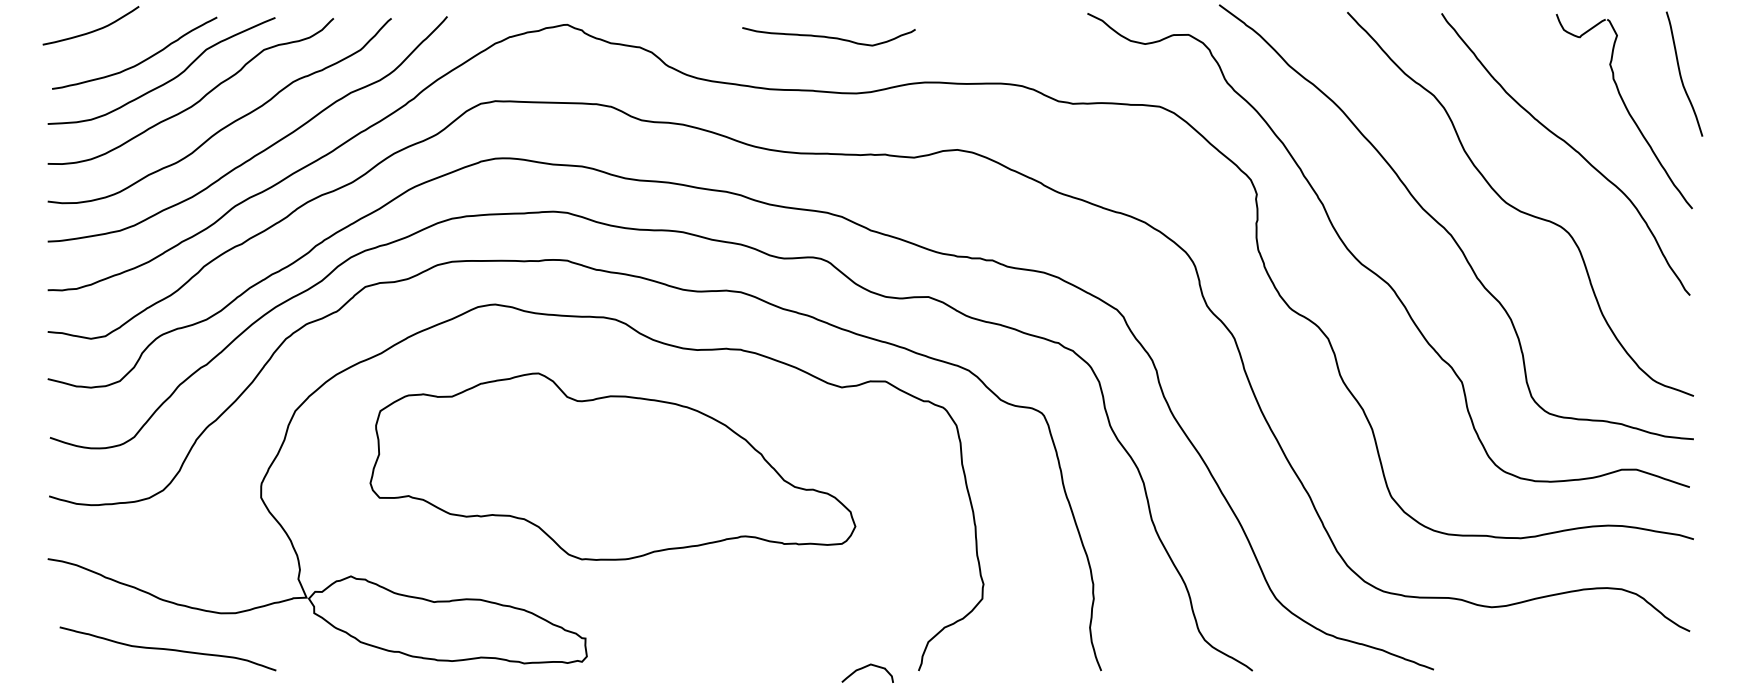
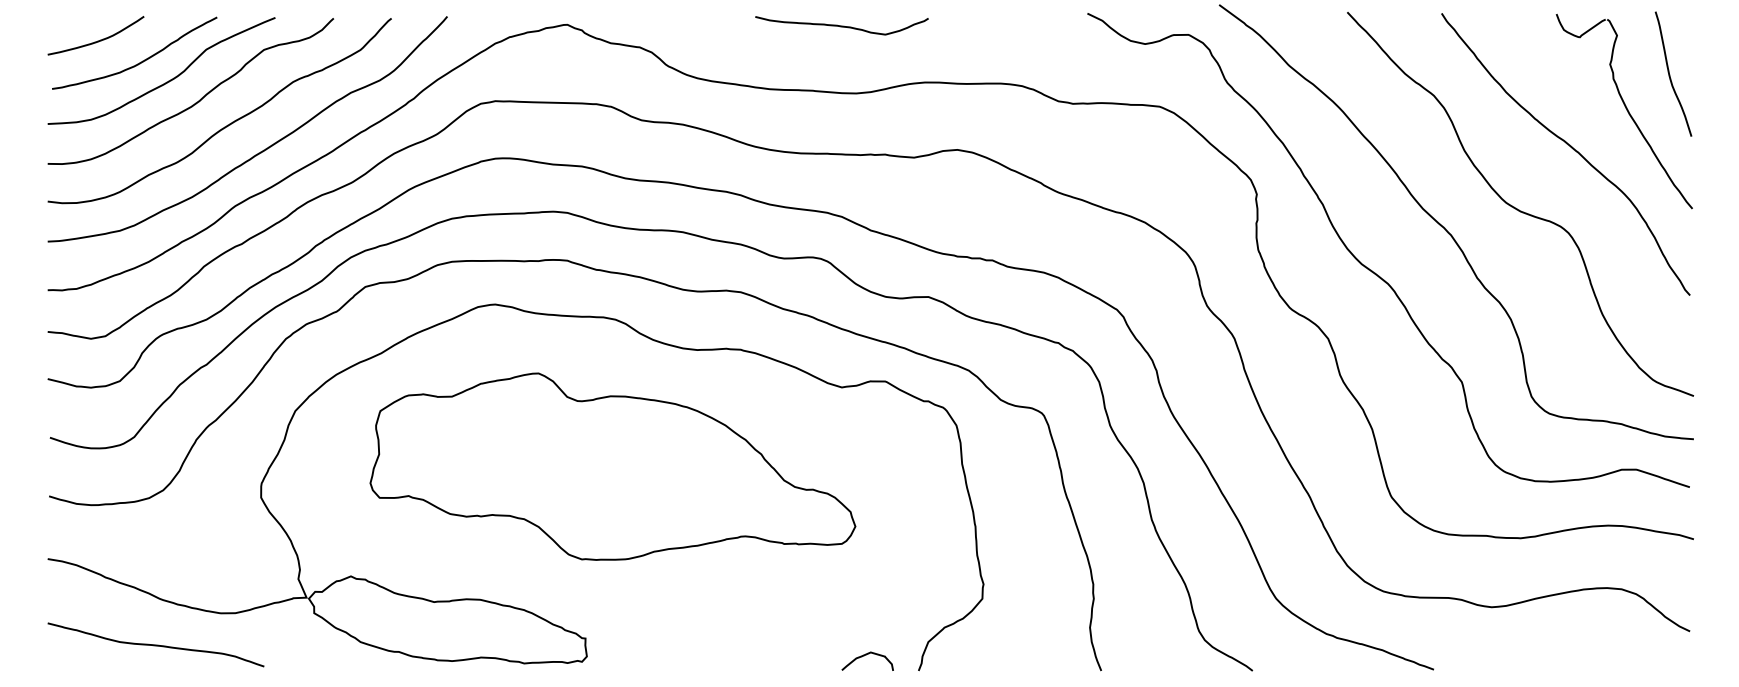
curve at (92, 30) position: (92, 30) -> (97, 40)
curve at (828, 36) position: (828, 36) -> (841, 25)
curve at (1681, 74) position: (1681, 74) -> (1670, 74)
curve at (167, 648) position: (167, 648) -> (155, 644)
curve at (864, 668) position: (864, 668) -> (864, 656)
